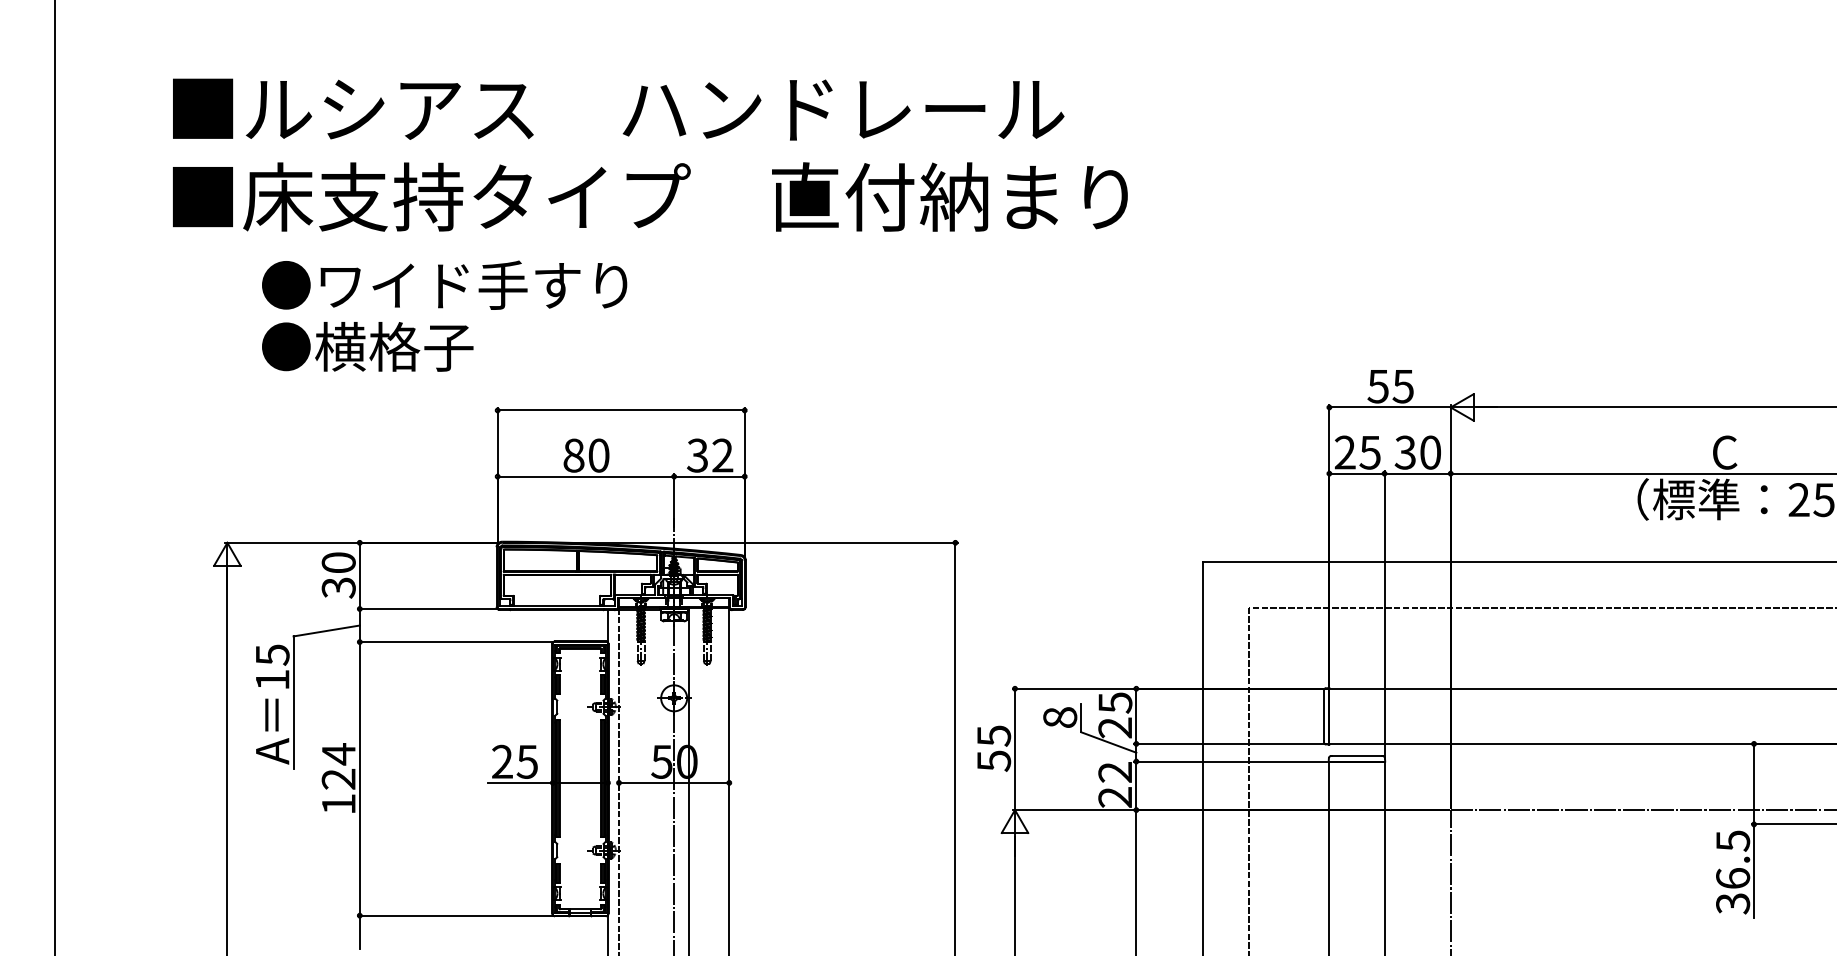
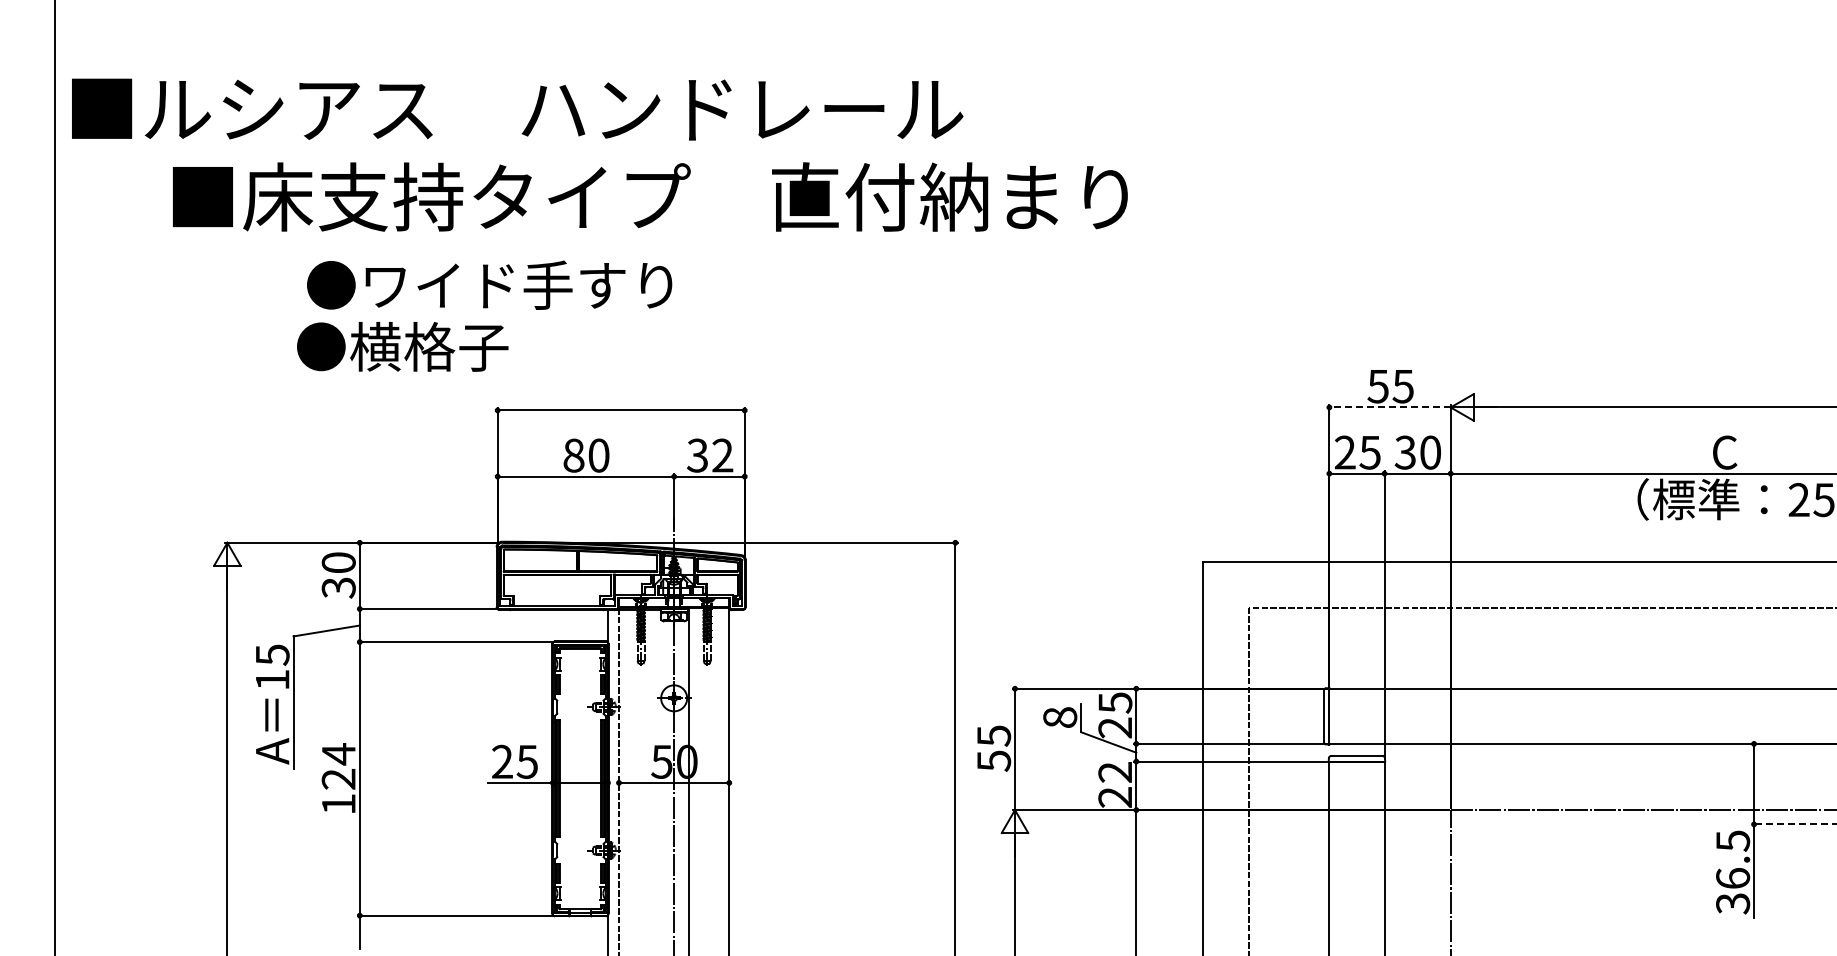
text at (618, 109) position: (618, 109) -> (517, 109)
text at (444, 284) position: (444, 284) -> (489, 284)
text at (367, 346) position: (367, 346) -> (402, 346)
line at (1390, 407): solid -> dashed
line at (1793, 824): solid -> dashed
